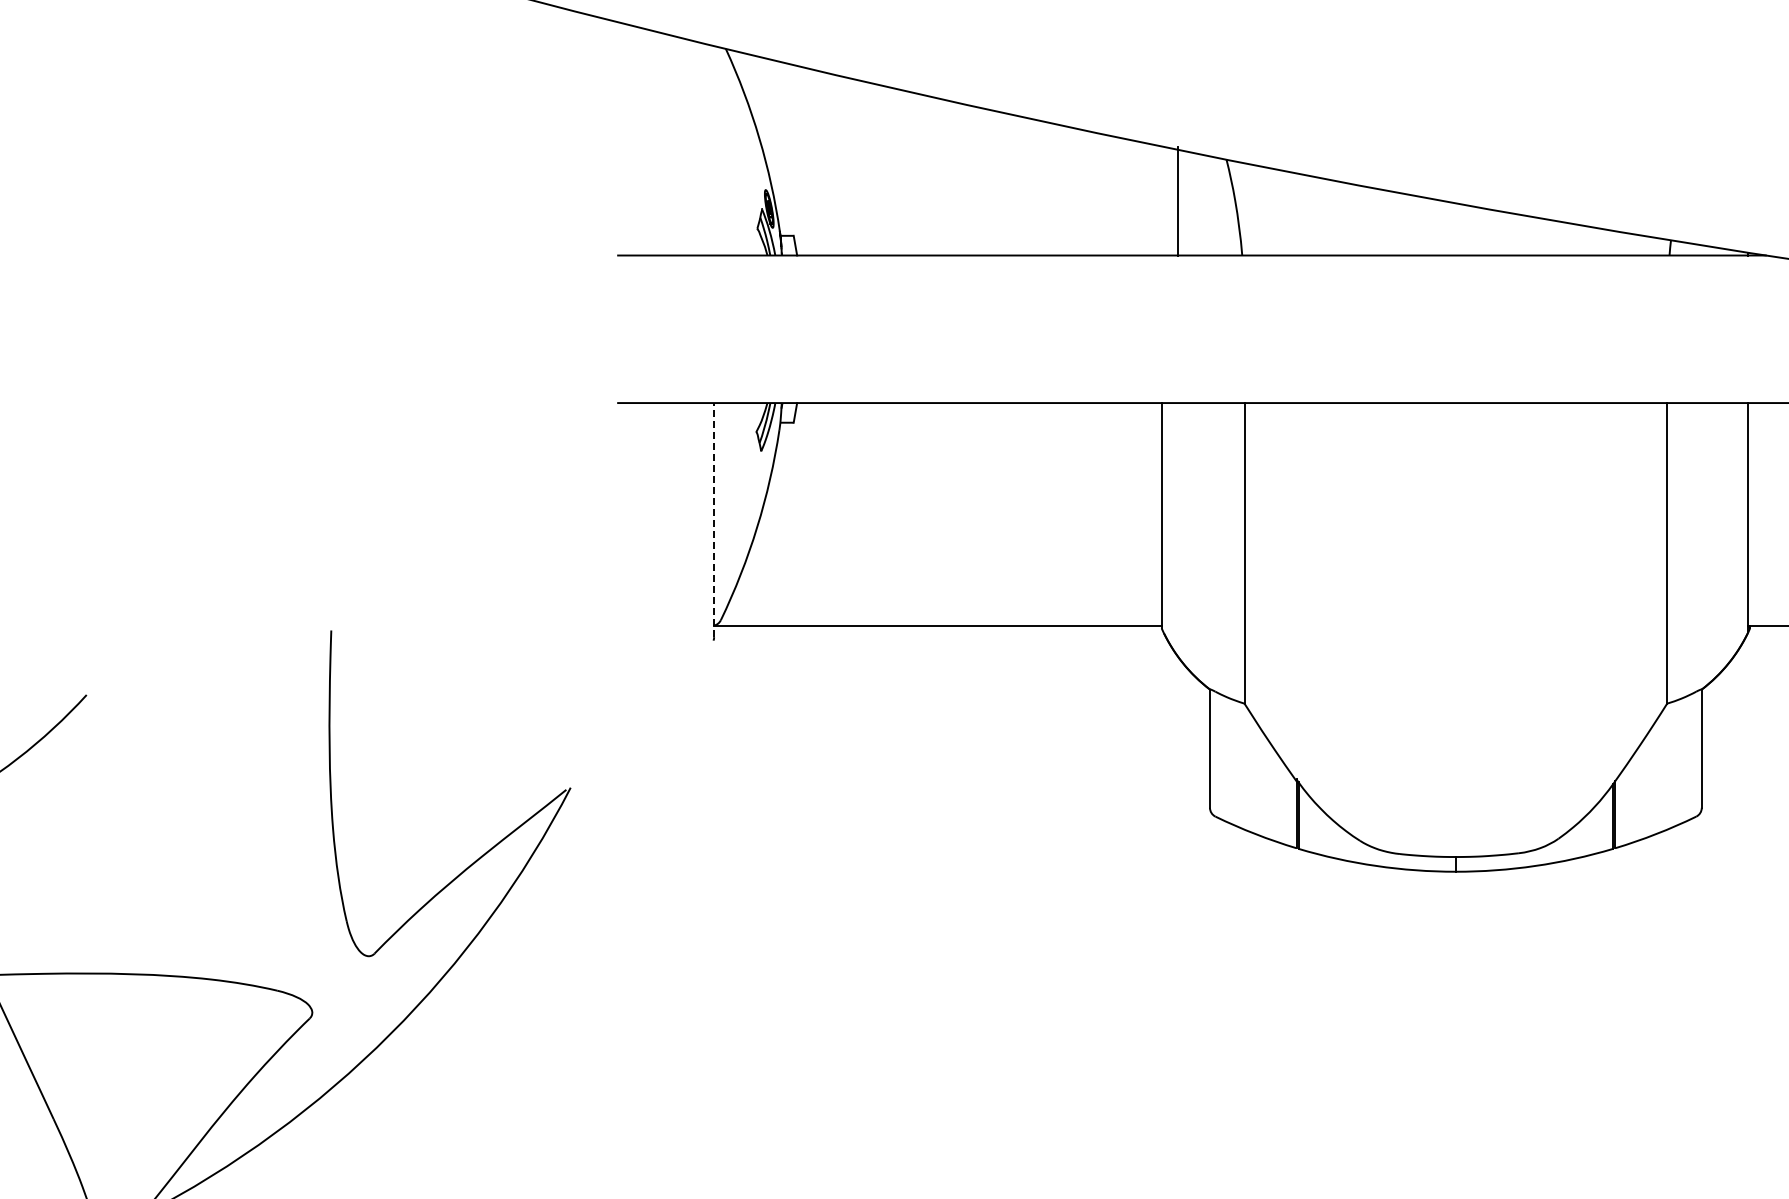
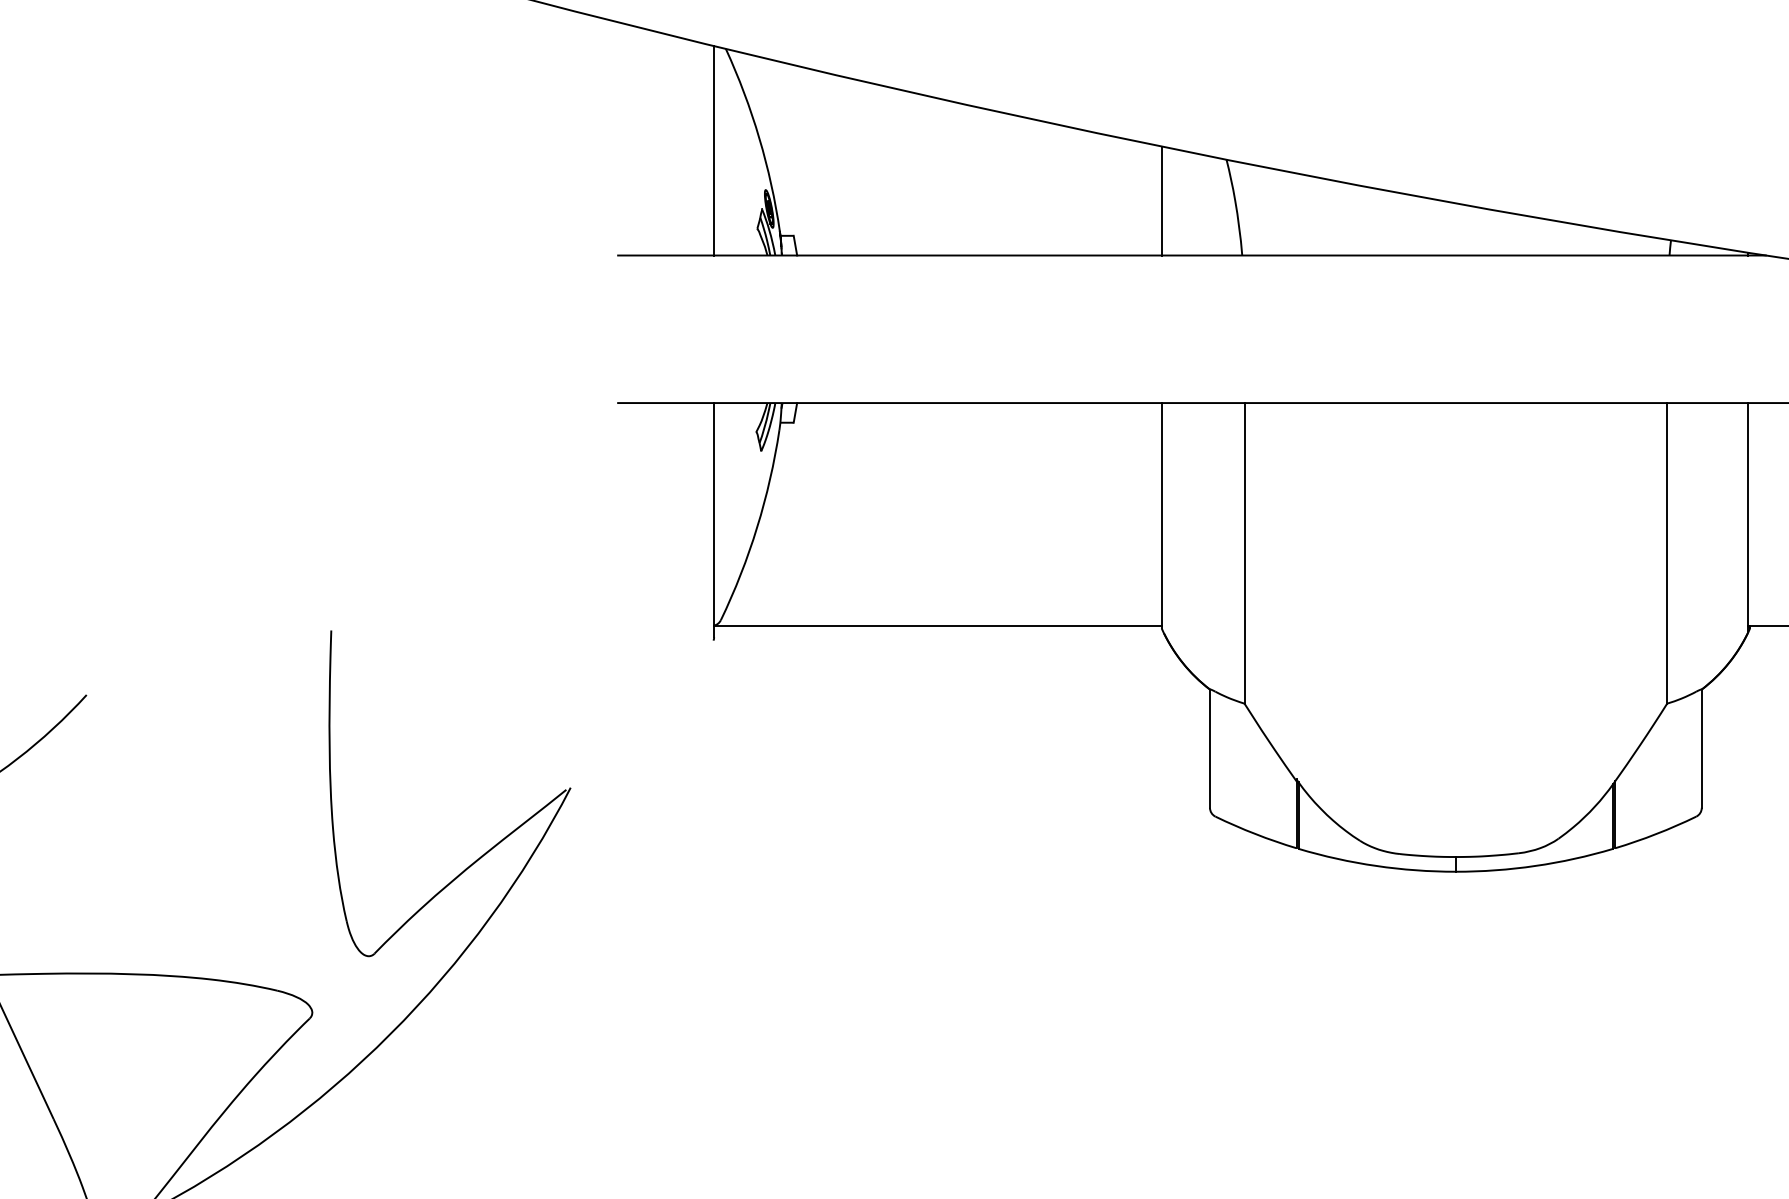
line at (714, 150): none -> present
line at (1177, 200) position: (1177, 200) -> (1161, 200)
line at (714, 519): dashed -> solid
